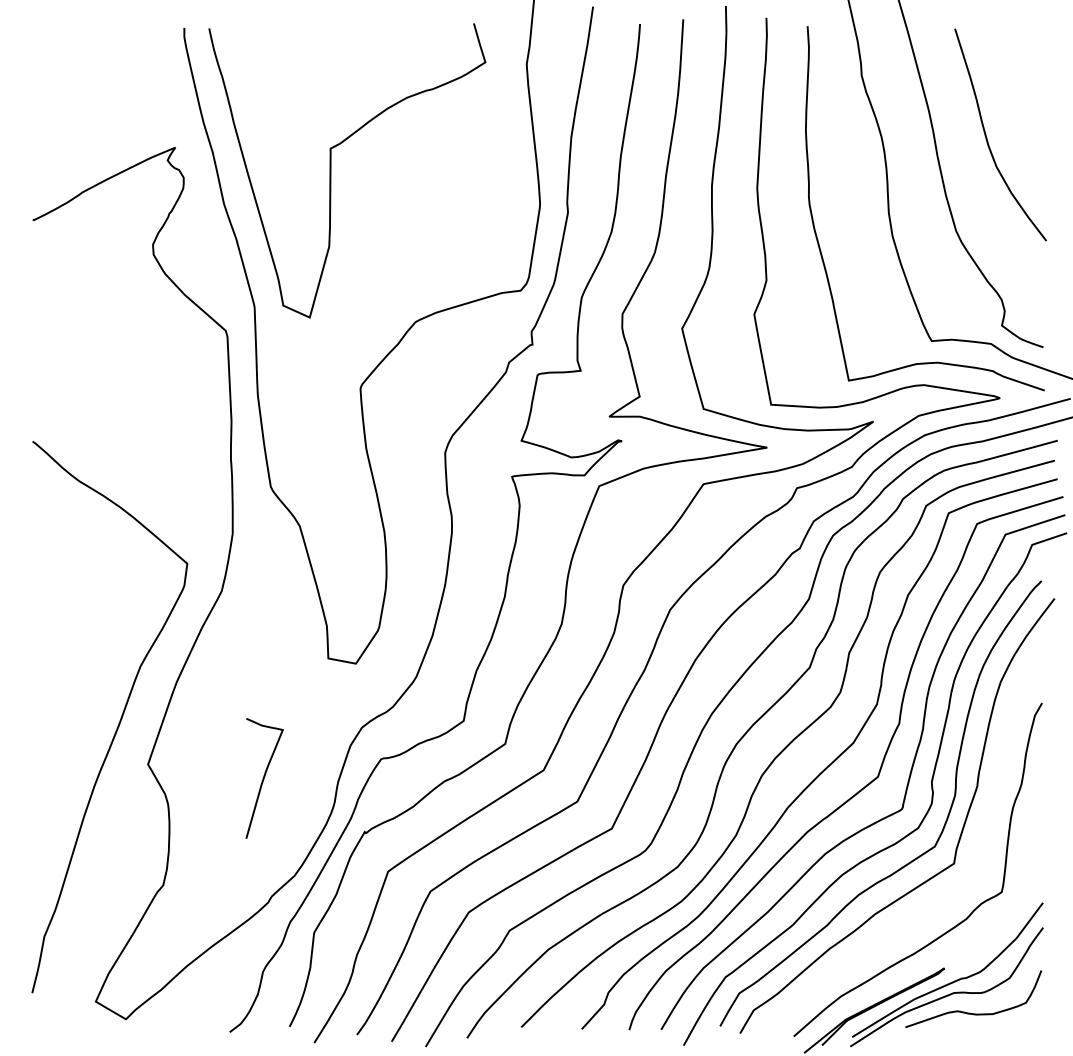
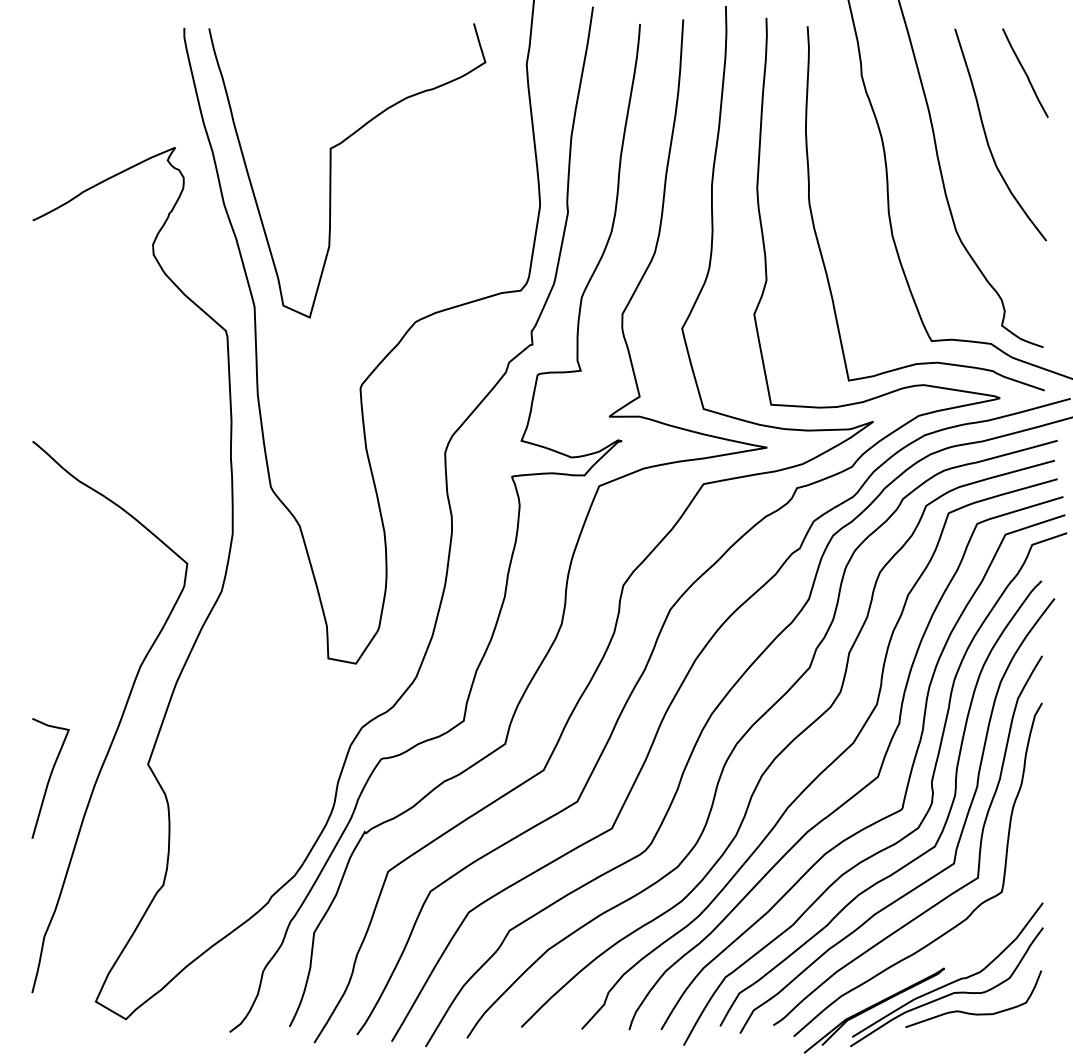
line at (1025, 72): none -> present
curve at (264, 778) position: (264, 778) -> (50, 778)
curve at (944, 897): none -> present
